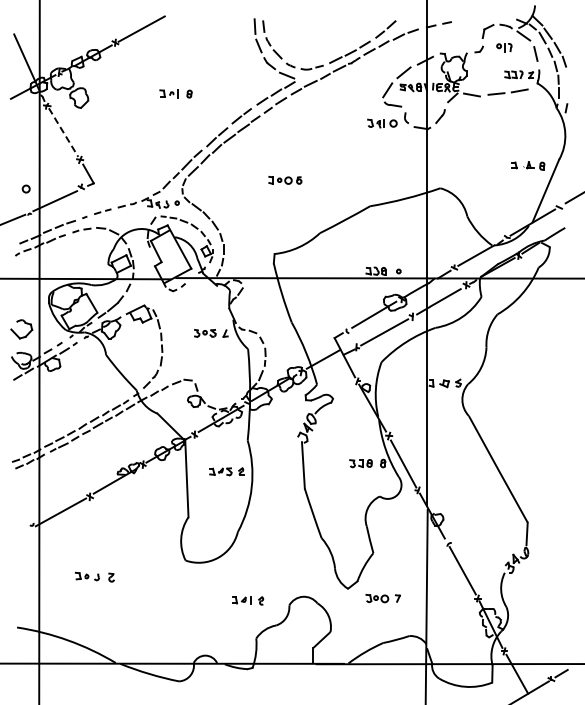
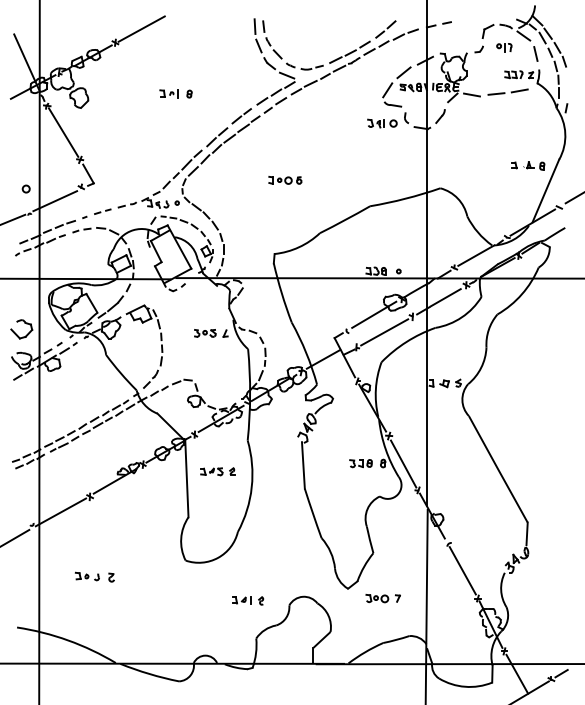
line at (63, 133): dashed -> solid
part at (226, 471) position: (226, 471) -> (217, 471)
line at (15, 537): none -> present
